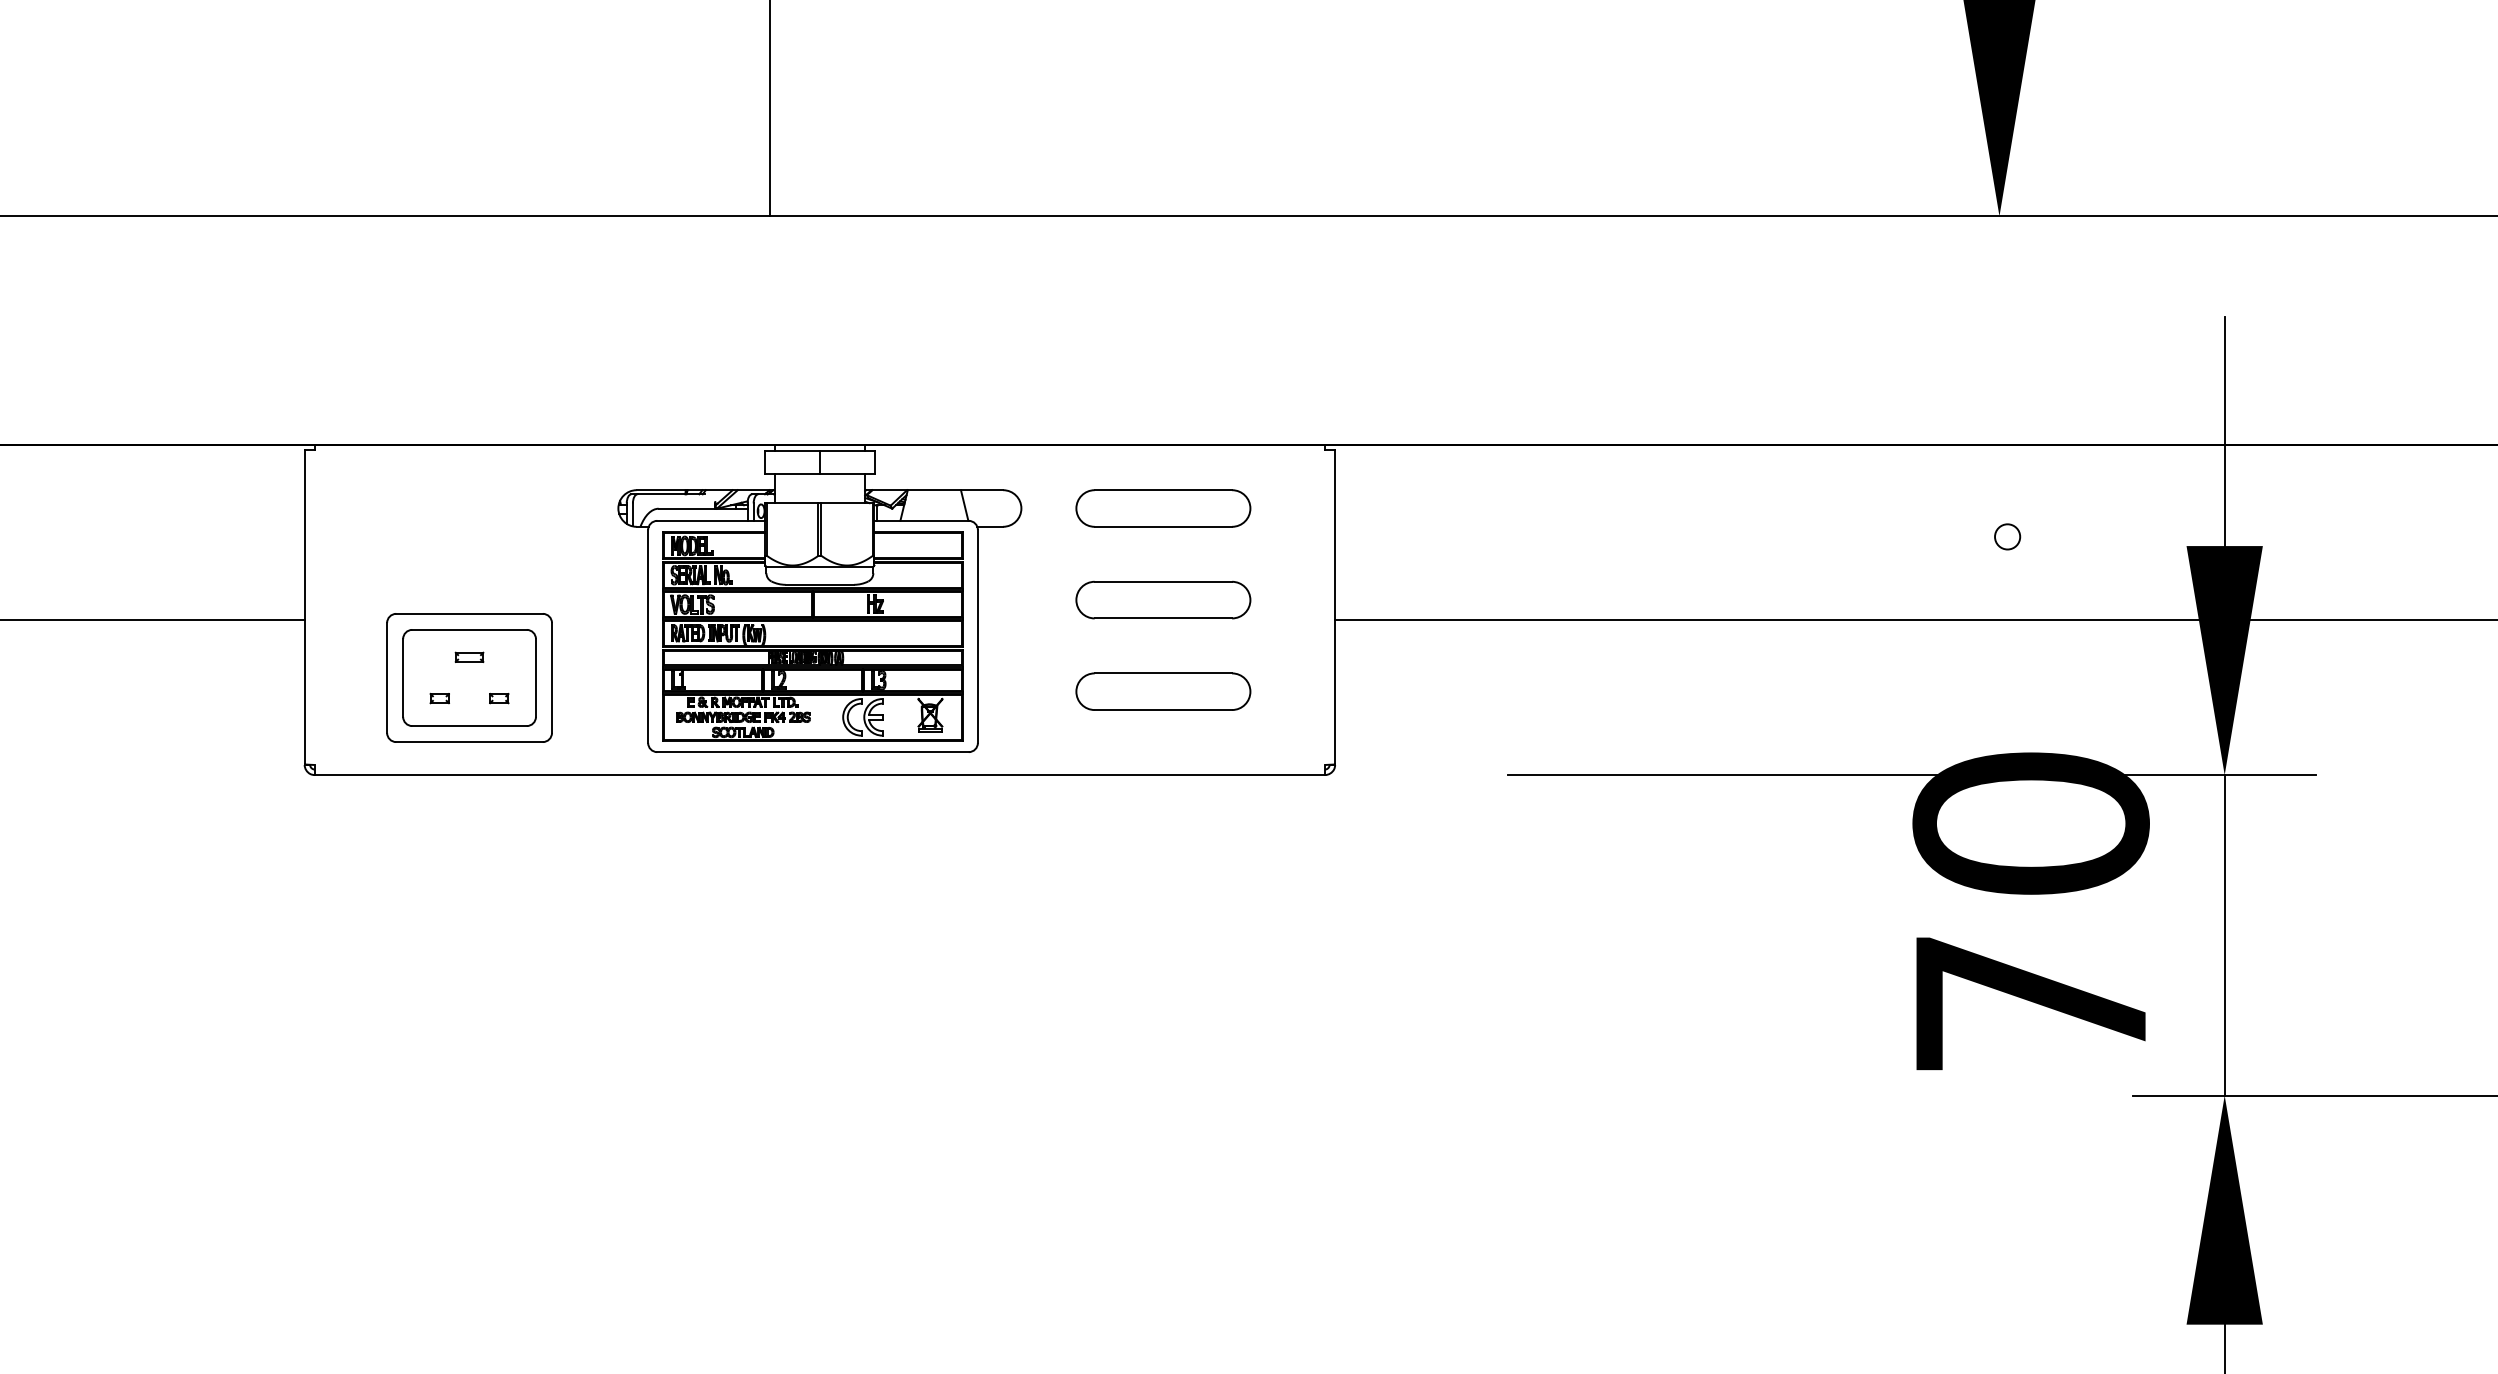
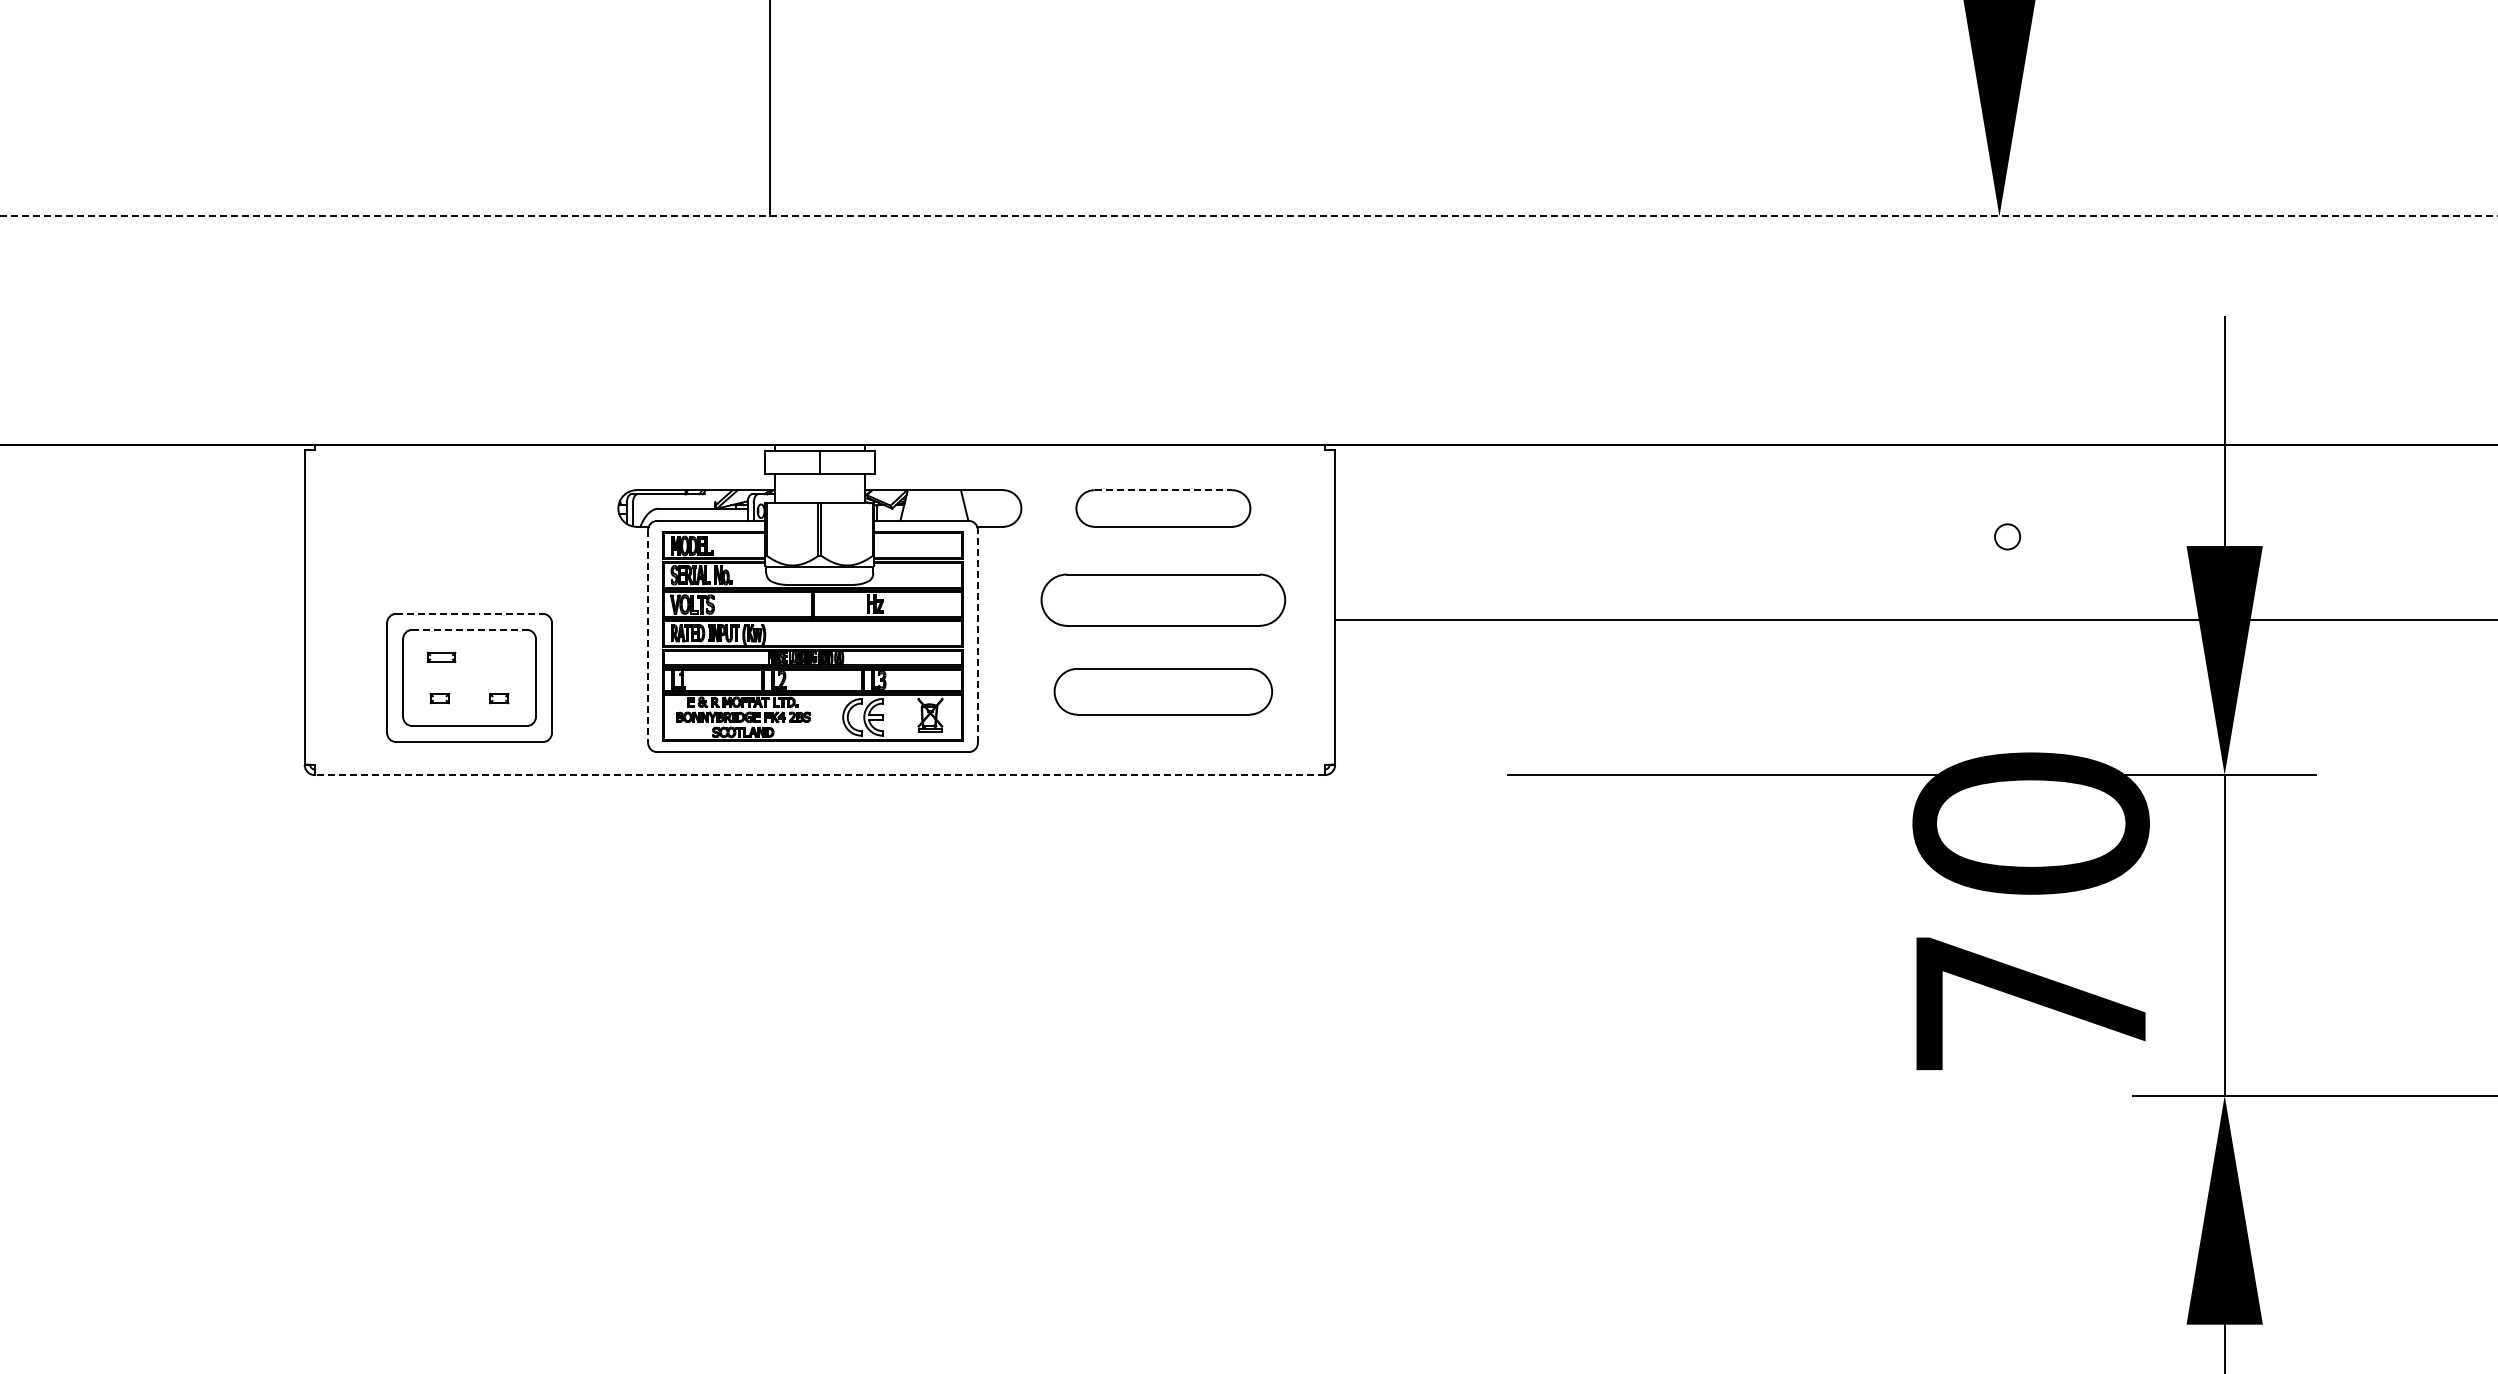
line at (1248, 216): solid -> dashed
line at (1163, 490): solid -> dashed
part at (1163, 599) size: 177x40 px -> 247x54 px
line at (470, 613): solid -> dashed
line at (153, 620): present -> none
line at (470, 629): solid -> dashed
line at (977, 636): solid -> dashed
line at (648, 637): solid -> dashed
part at (469, 656) position: (469, 656) -> (441, 656)
part at (1163, 691) size: 177x39 px -> 220x48 px
line at (819, 775): solid -> dashed
